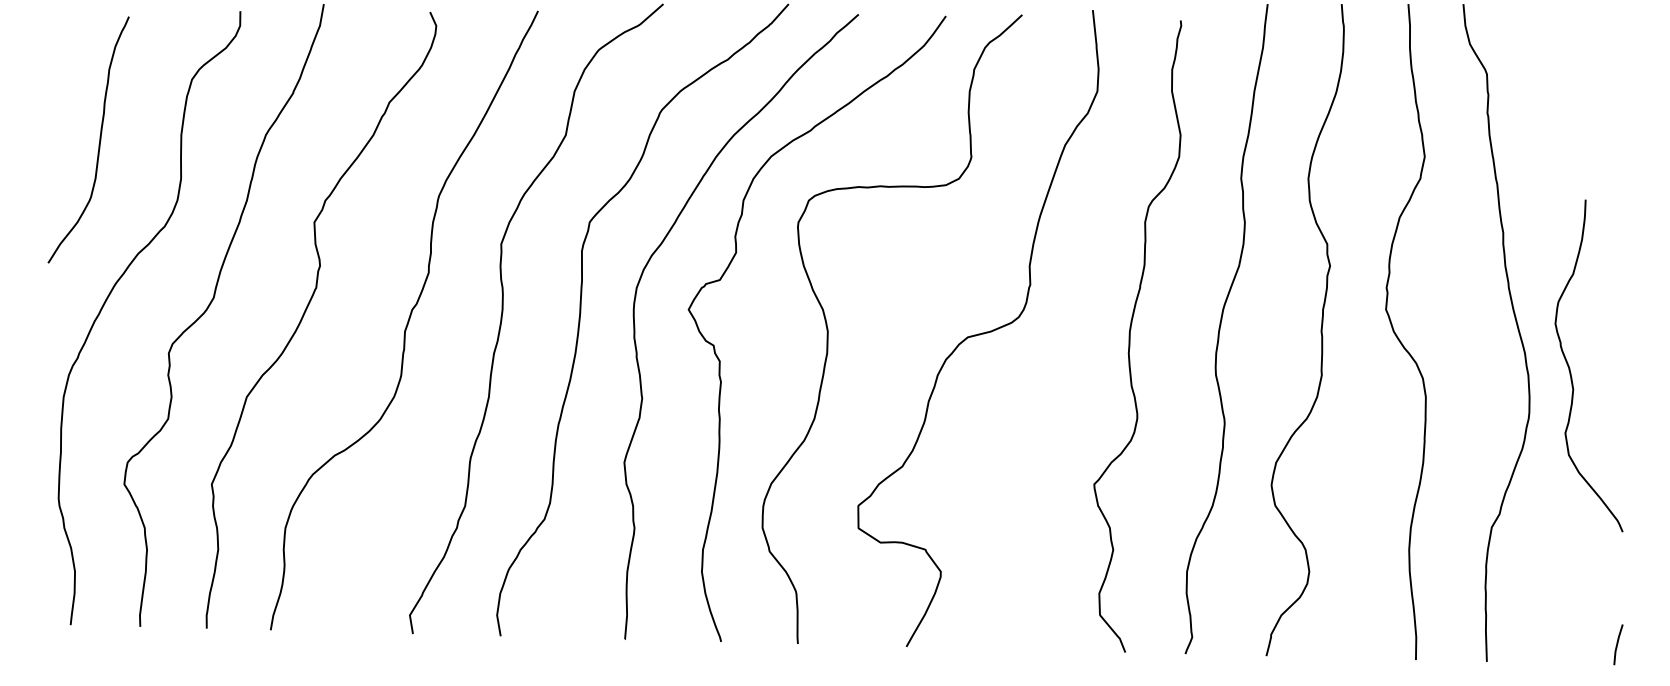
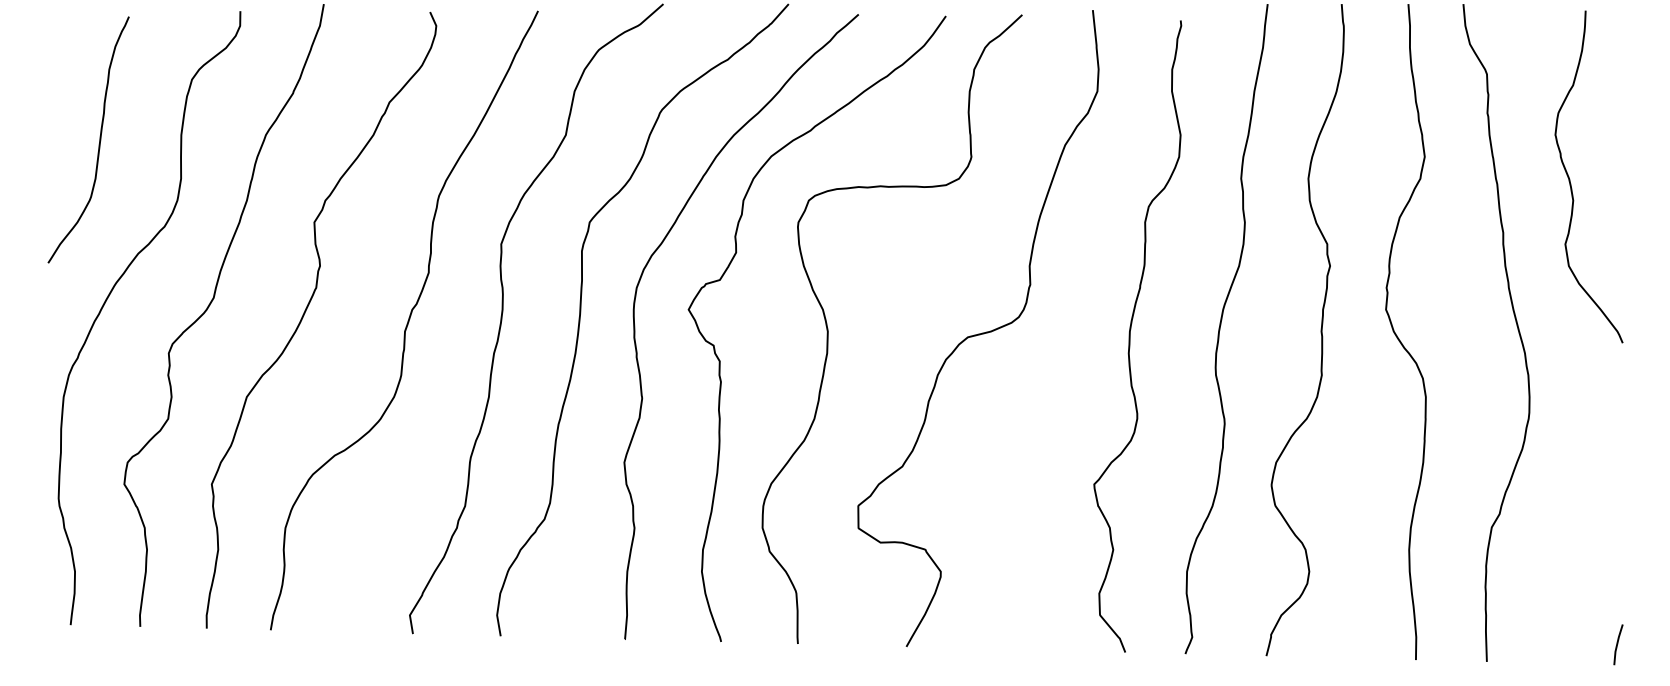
curve at (1570, 368) position: (1570, 368) -> (1570, 179)
